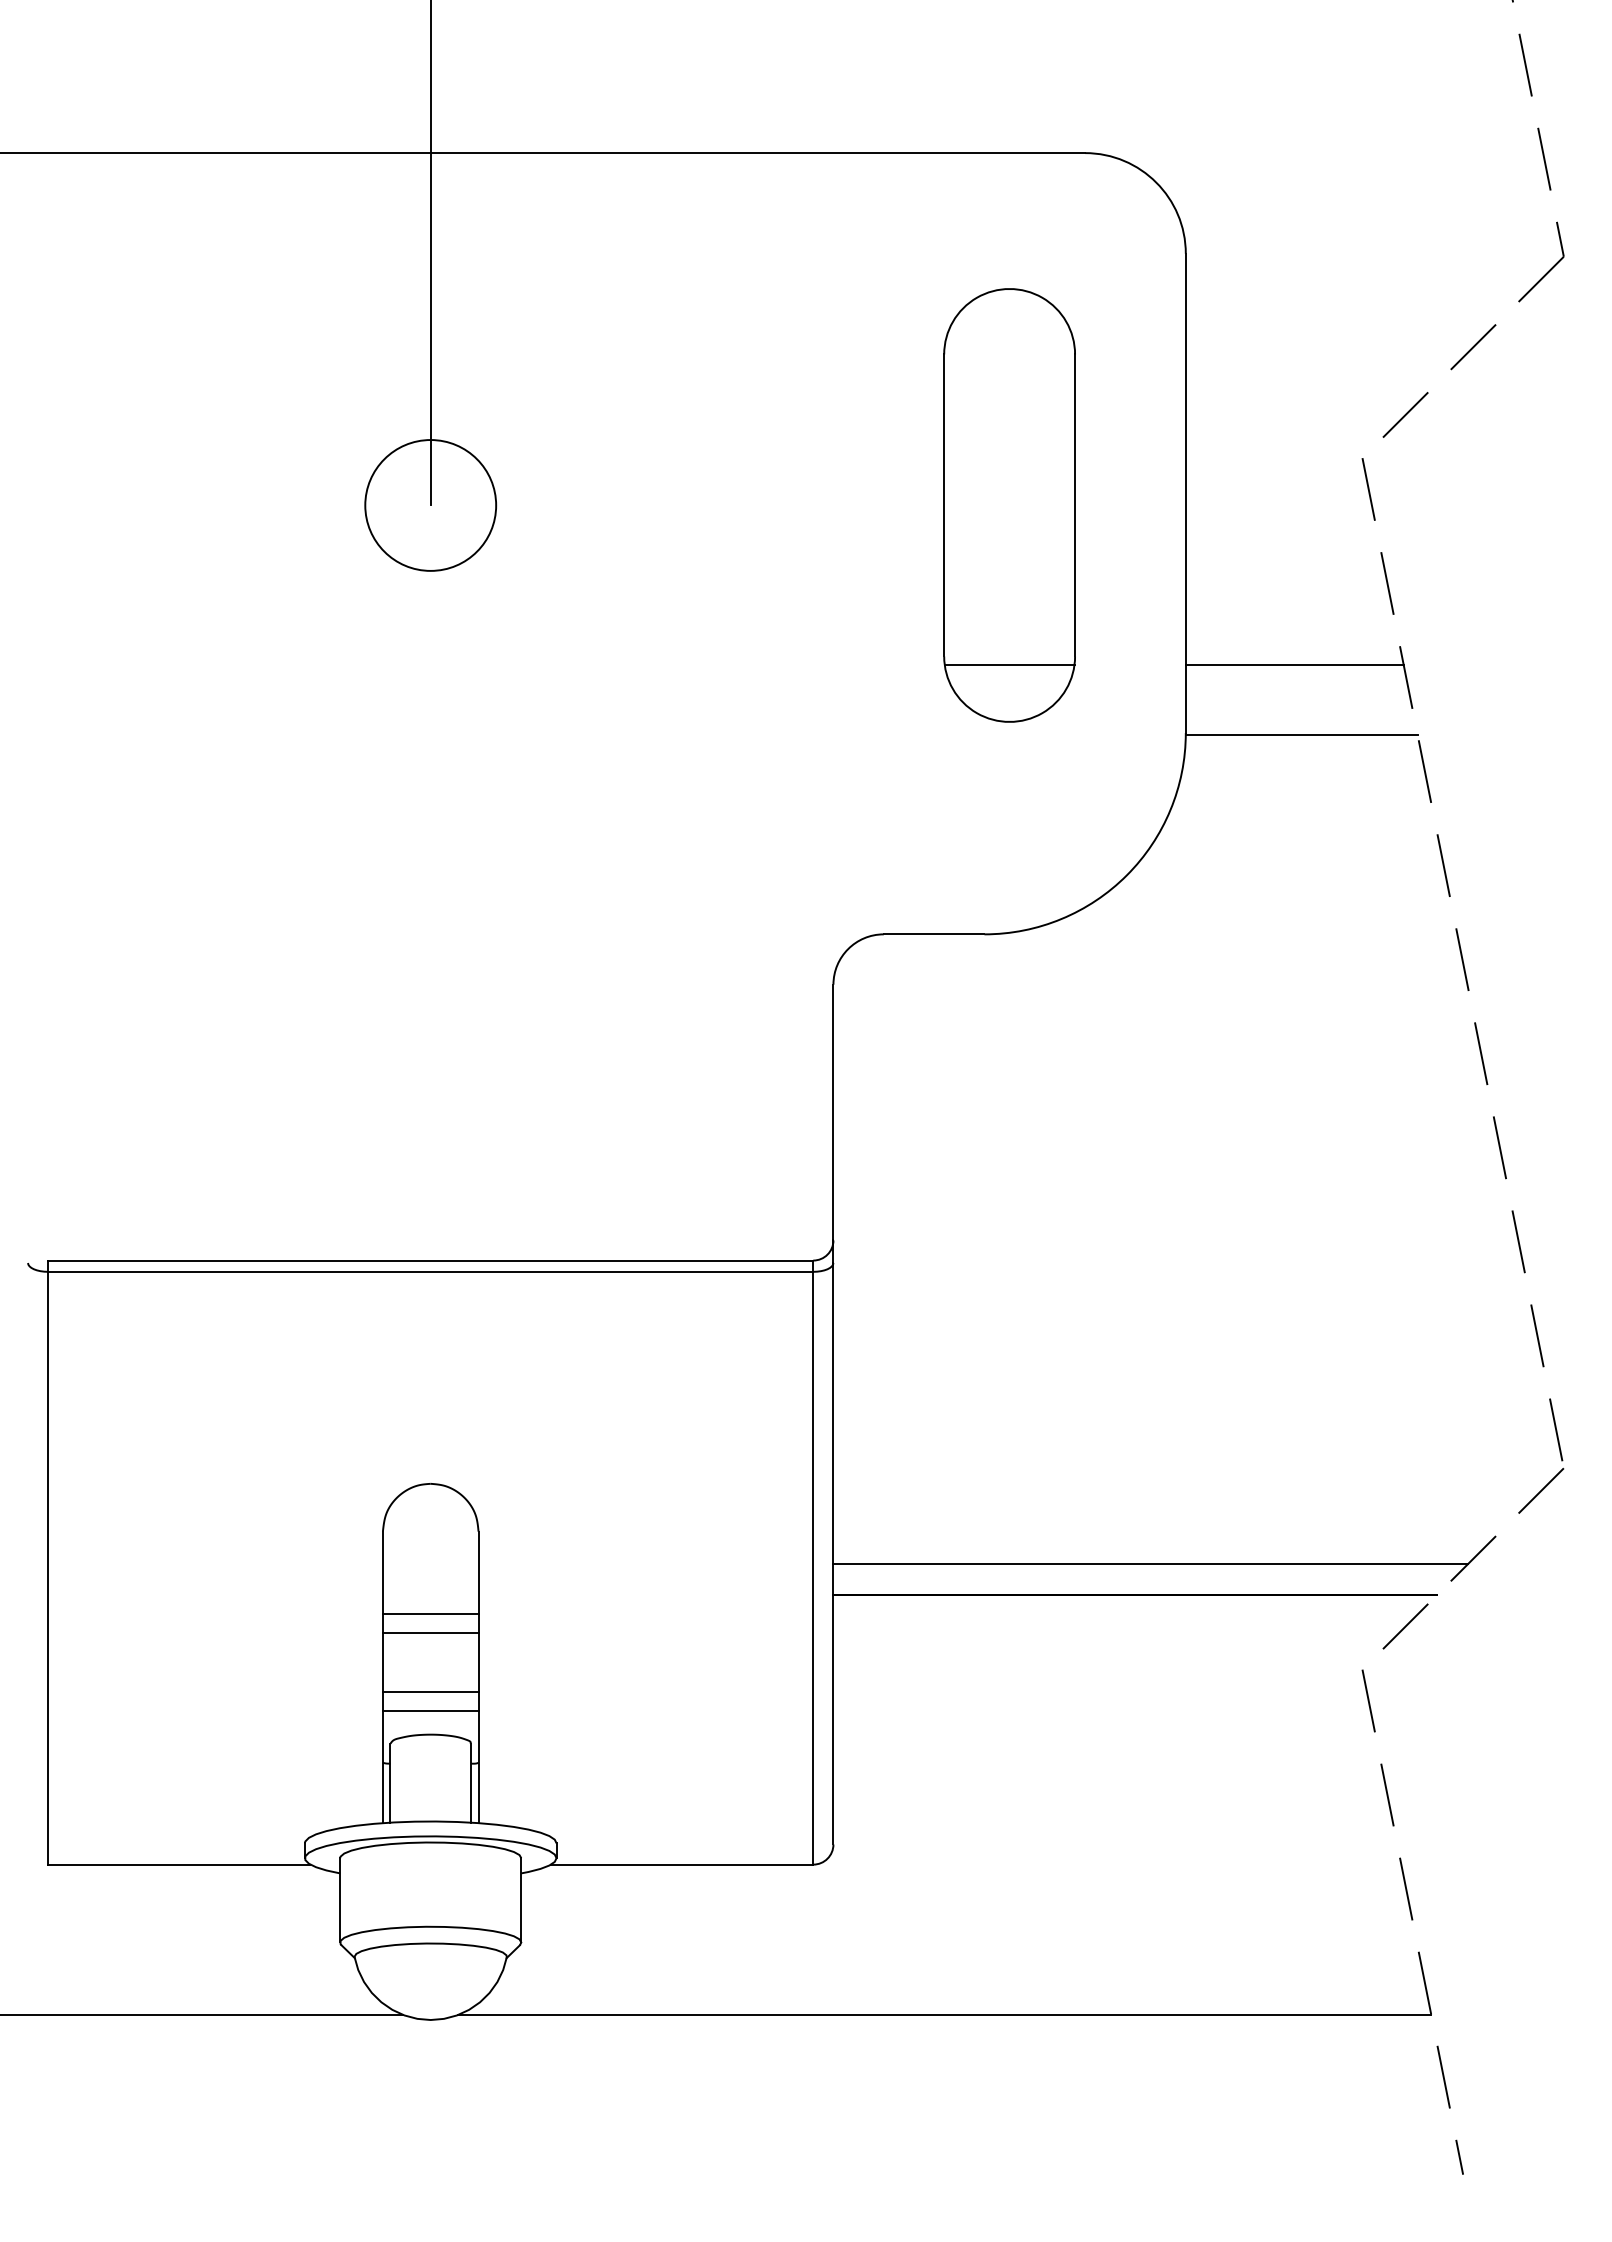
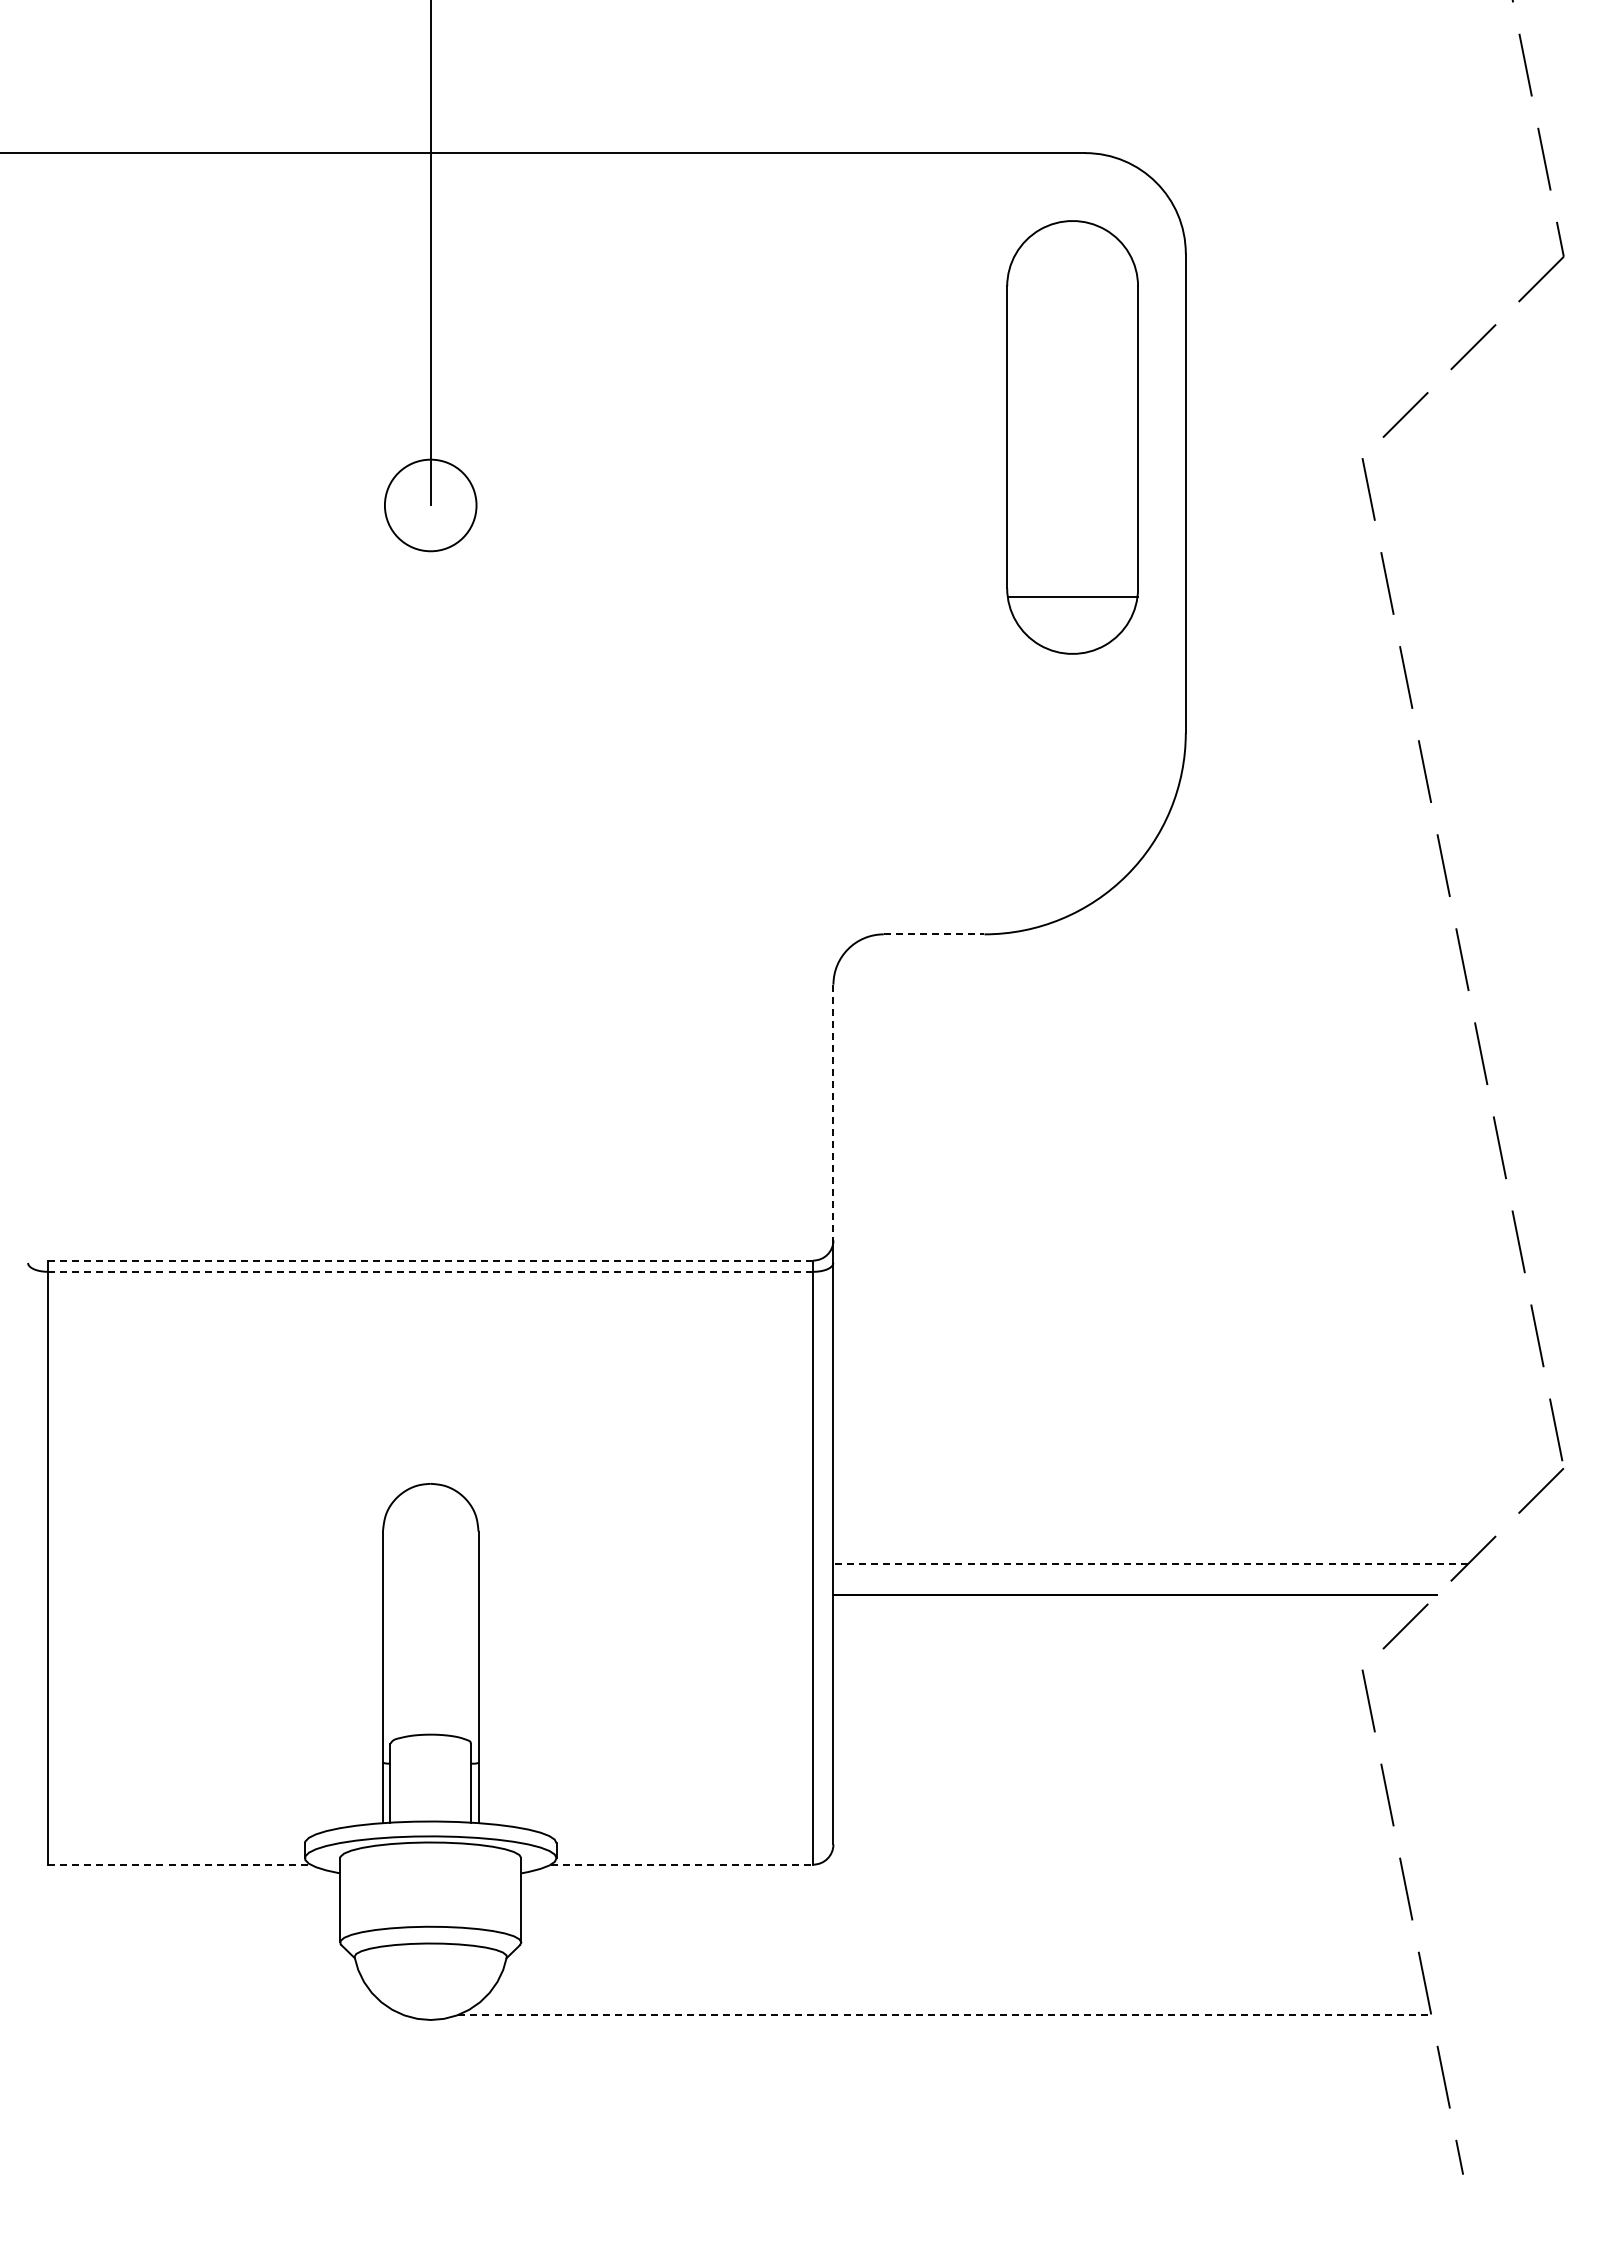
circle at (430, 505) diameter: 131 px -> 92 px
part at (1009, 505) position: (1009, 505) -> (1072, 437)
line at (1294, 665): present -> none
line at (1301, 735): present -> none
line at (934, 934): solid -> dashed
line at (833, 1112): solid -> dashed
line at (430, 1260): solid -> dashed
line at (430, 1271): solid -> dashed
line at (1150, 1564): solid -> dashed
line at (430, 1614): present -> none
line at (430, 1632): present -> none
line at (430, 1692): present -> none
line at (430, 1710): present -> none
line at (179, 1864): solid -> dashed
line at (682, 1864): solid -> dashed
line at (202, 2014): present -> none
line at (945, 2014): solid -> dashed
